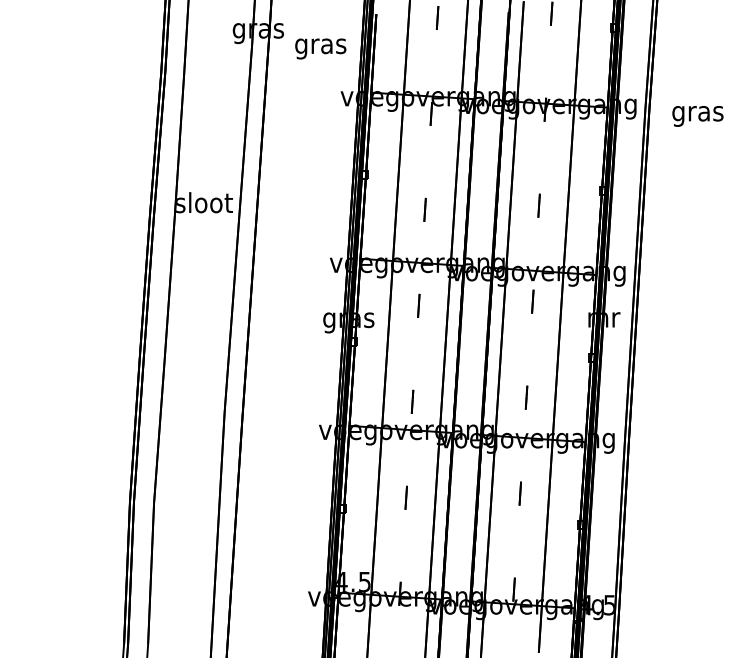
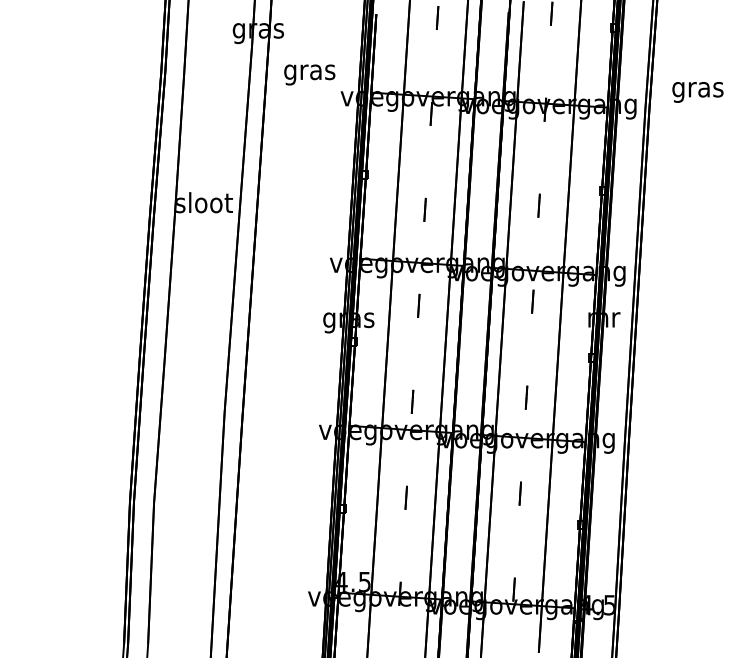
text at (320, 48) position: (320, 48) -> (309, 74)
text at (697, 116) position: (697, 116) -> (697, 92)
